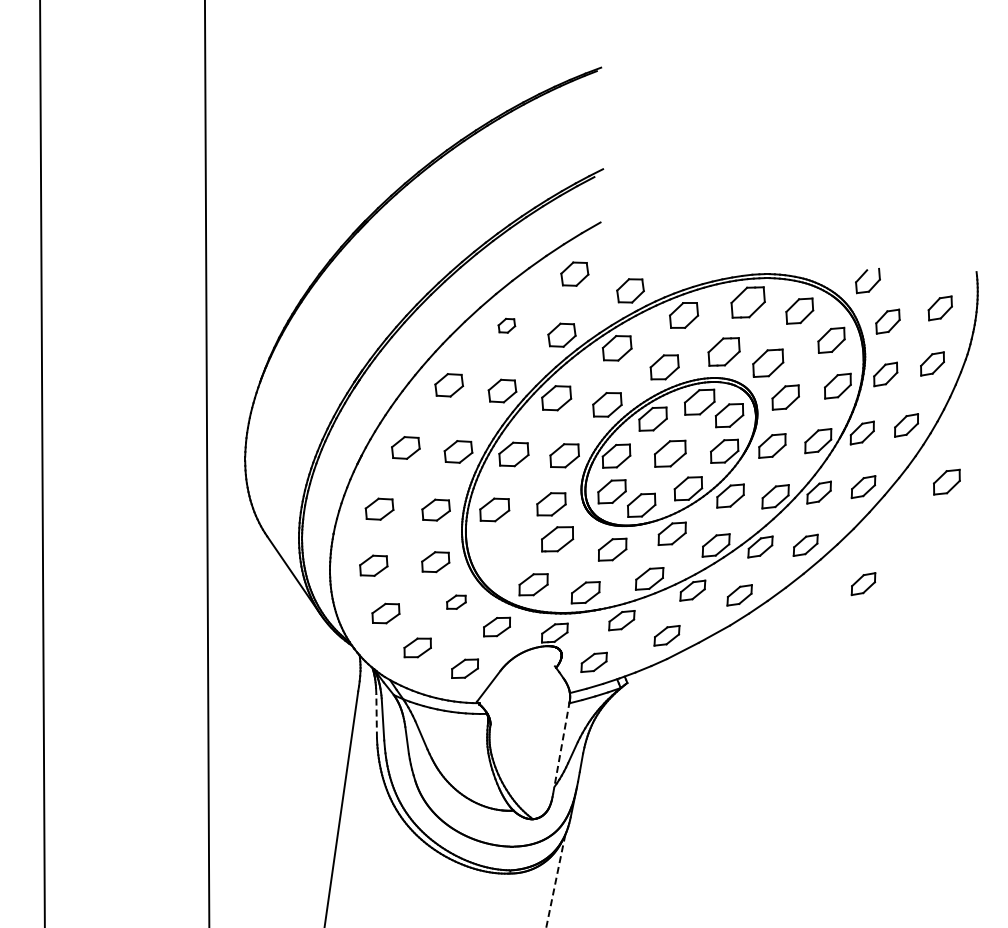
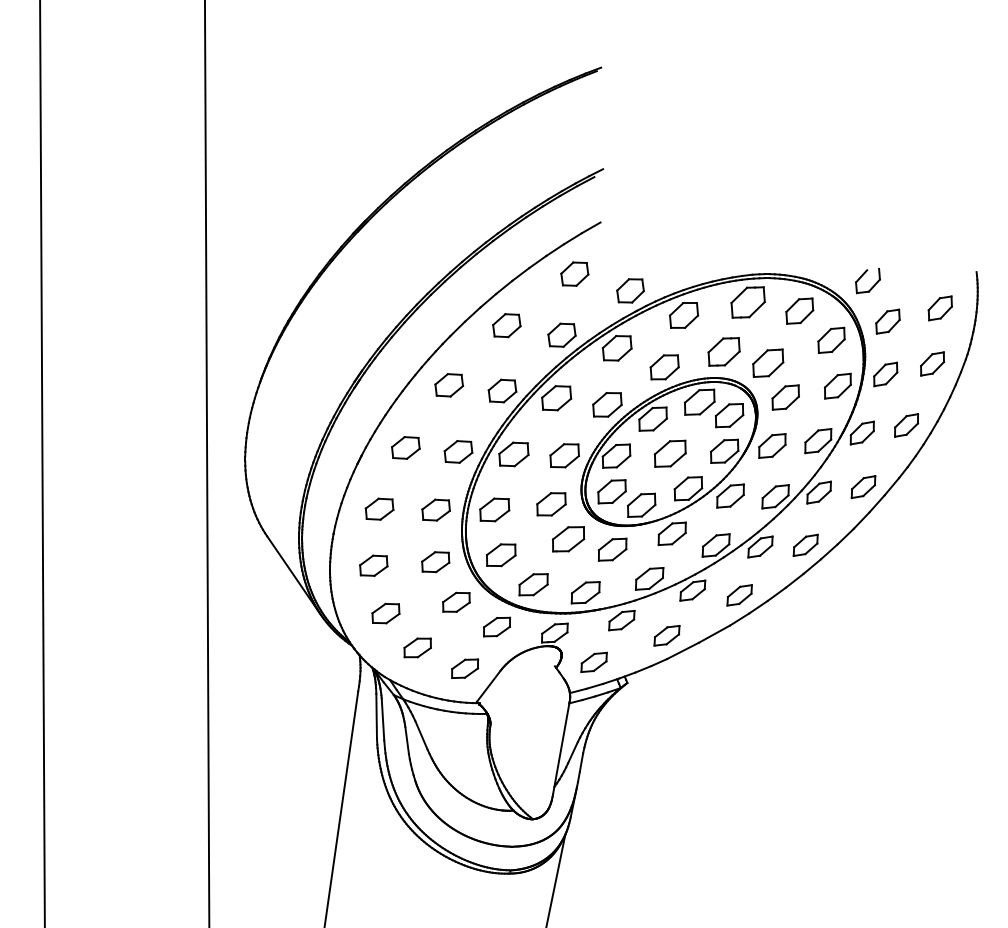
part at (506, 325) size: 20x17 px -> 30x26 px
part at (946, 481): present -> none
part at (557, 539) position: (557, 539) -> (568, 539)
part at (501, 555): none -> present
part at (863, 584): present -> none
part at (456, 601) size: 21x16 px -> 29x22 px
line at (376, 715): dashed -> solid
line at (561, 748): dashed -> solid
line at (555, 881): dashed -> solid
